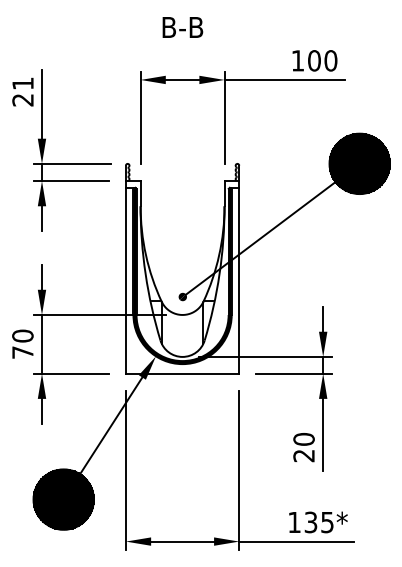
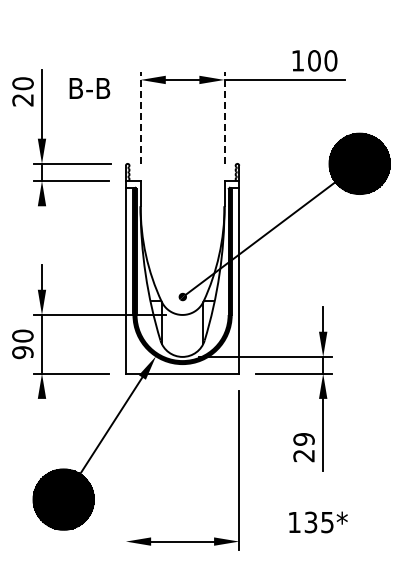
text at (182, 27) position: (182, 27) -> (89, 88)
text at (22, 83): 21 -> 20
line at (140, 117): solid -> dashed
line at (224, 117): solid -> dashed
line at (42, 218): present -> none
text at (22, 352): 70 -> 90
line at (42, 411): present -> none
text at (303, 439): 20 -> 29
line at (125, 469): present -> none
line at (296, 541): present -> none
